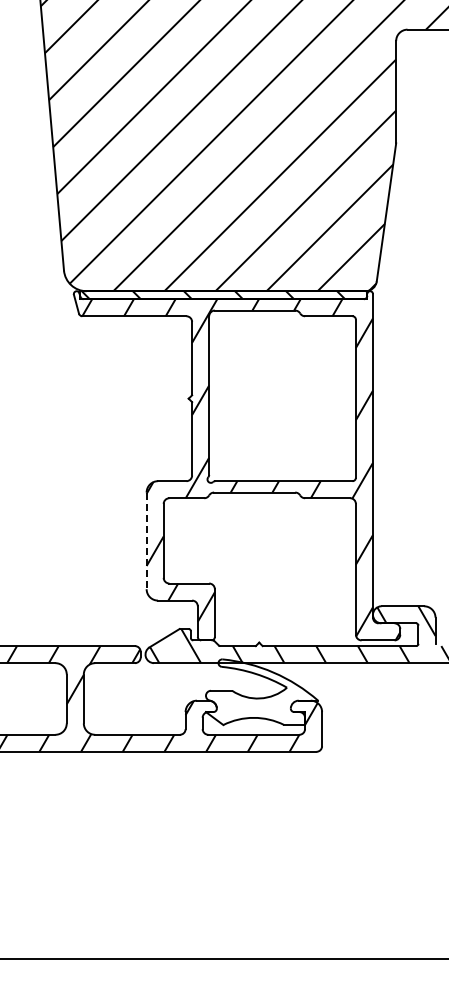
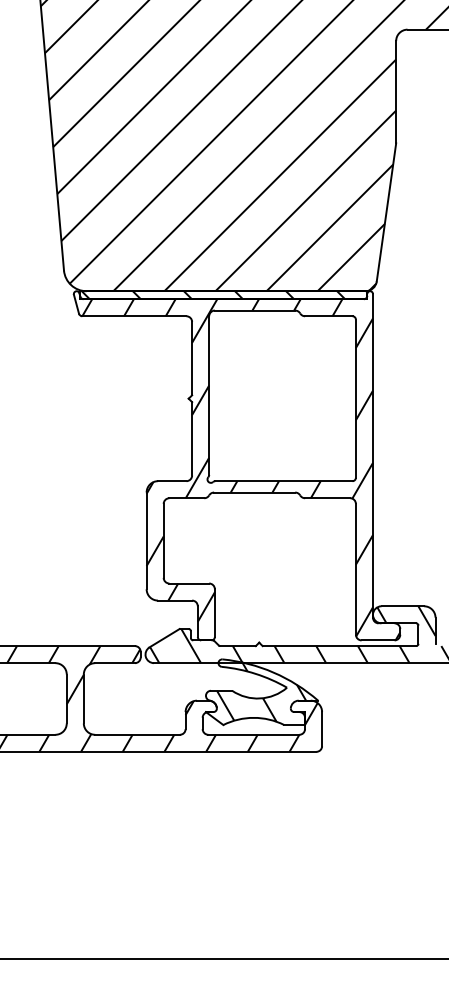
line at (146, 541): dashed -> solid
hatch at (261, 691): none -> present
